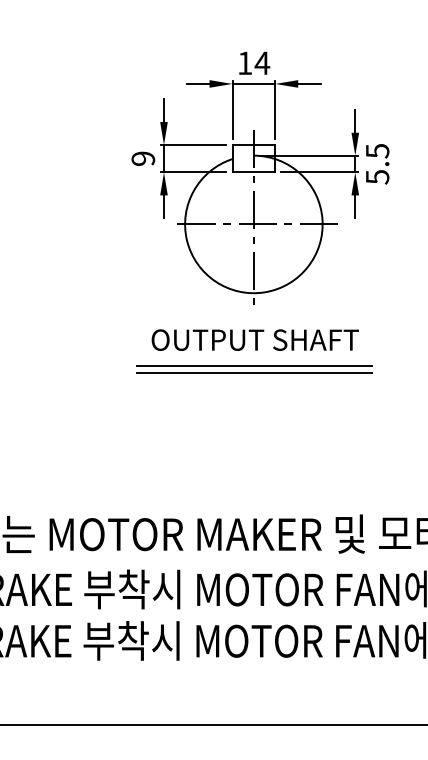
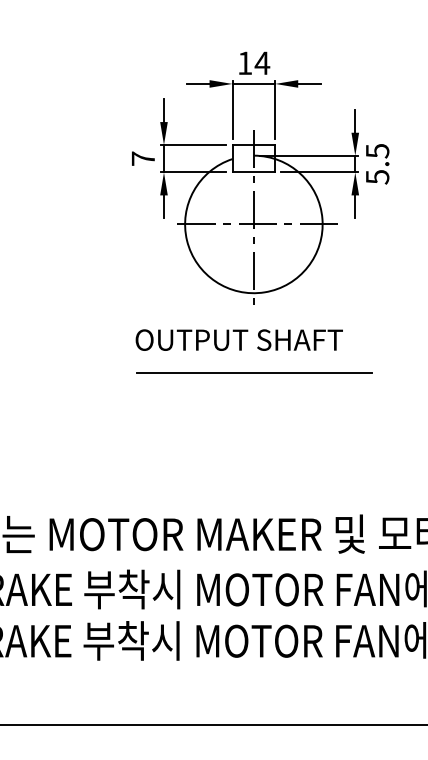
text at (143, 158): 9 -> 7
text at (254, 339) position: (254, 339) -> (238, 339)
line at (254, 365): present -> none
